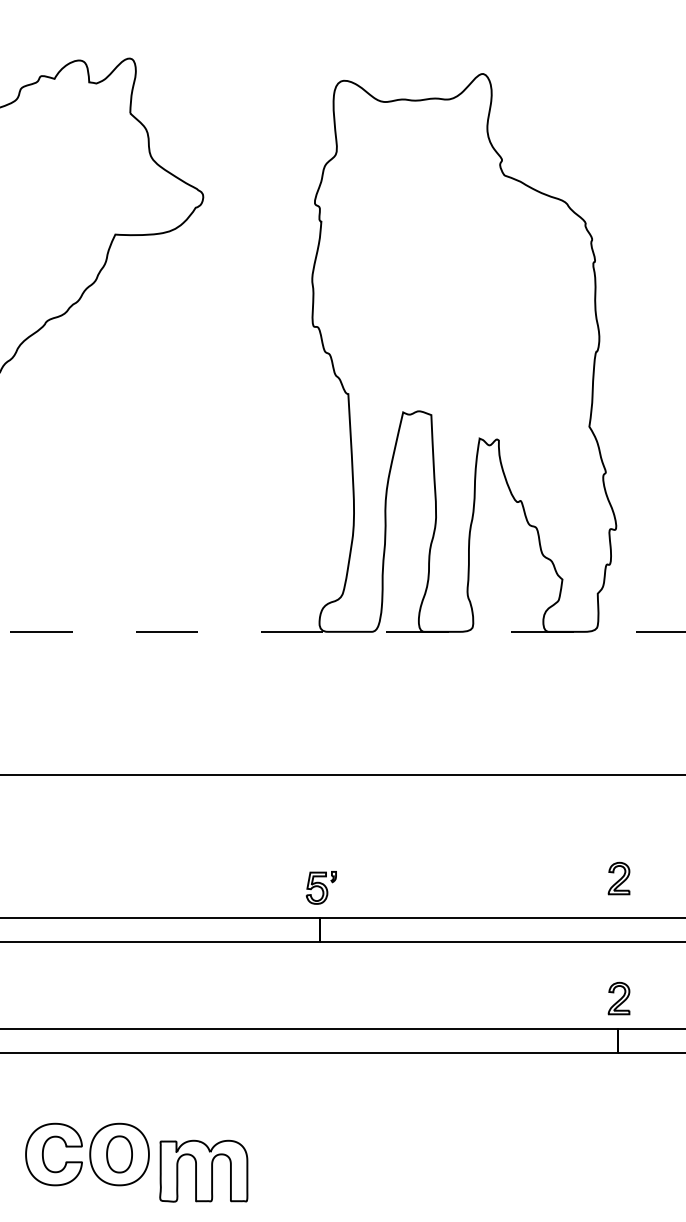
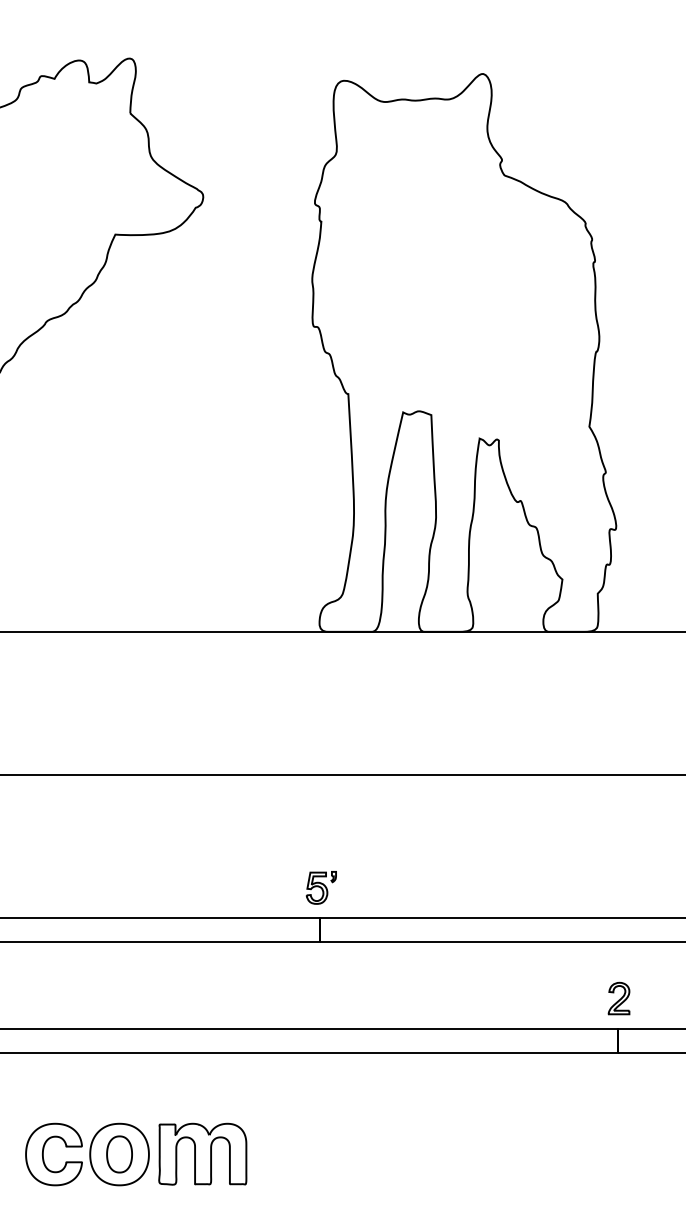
line at (343, 631): dashed -> solid
part at (618, 878): present -> none
part at (203, 1170) position: (203, 1170) -> (202, 1153)
